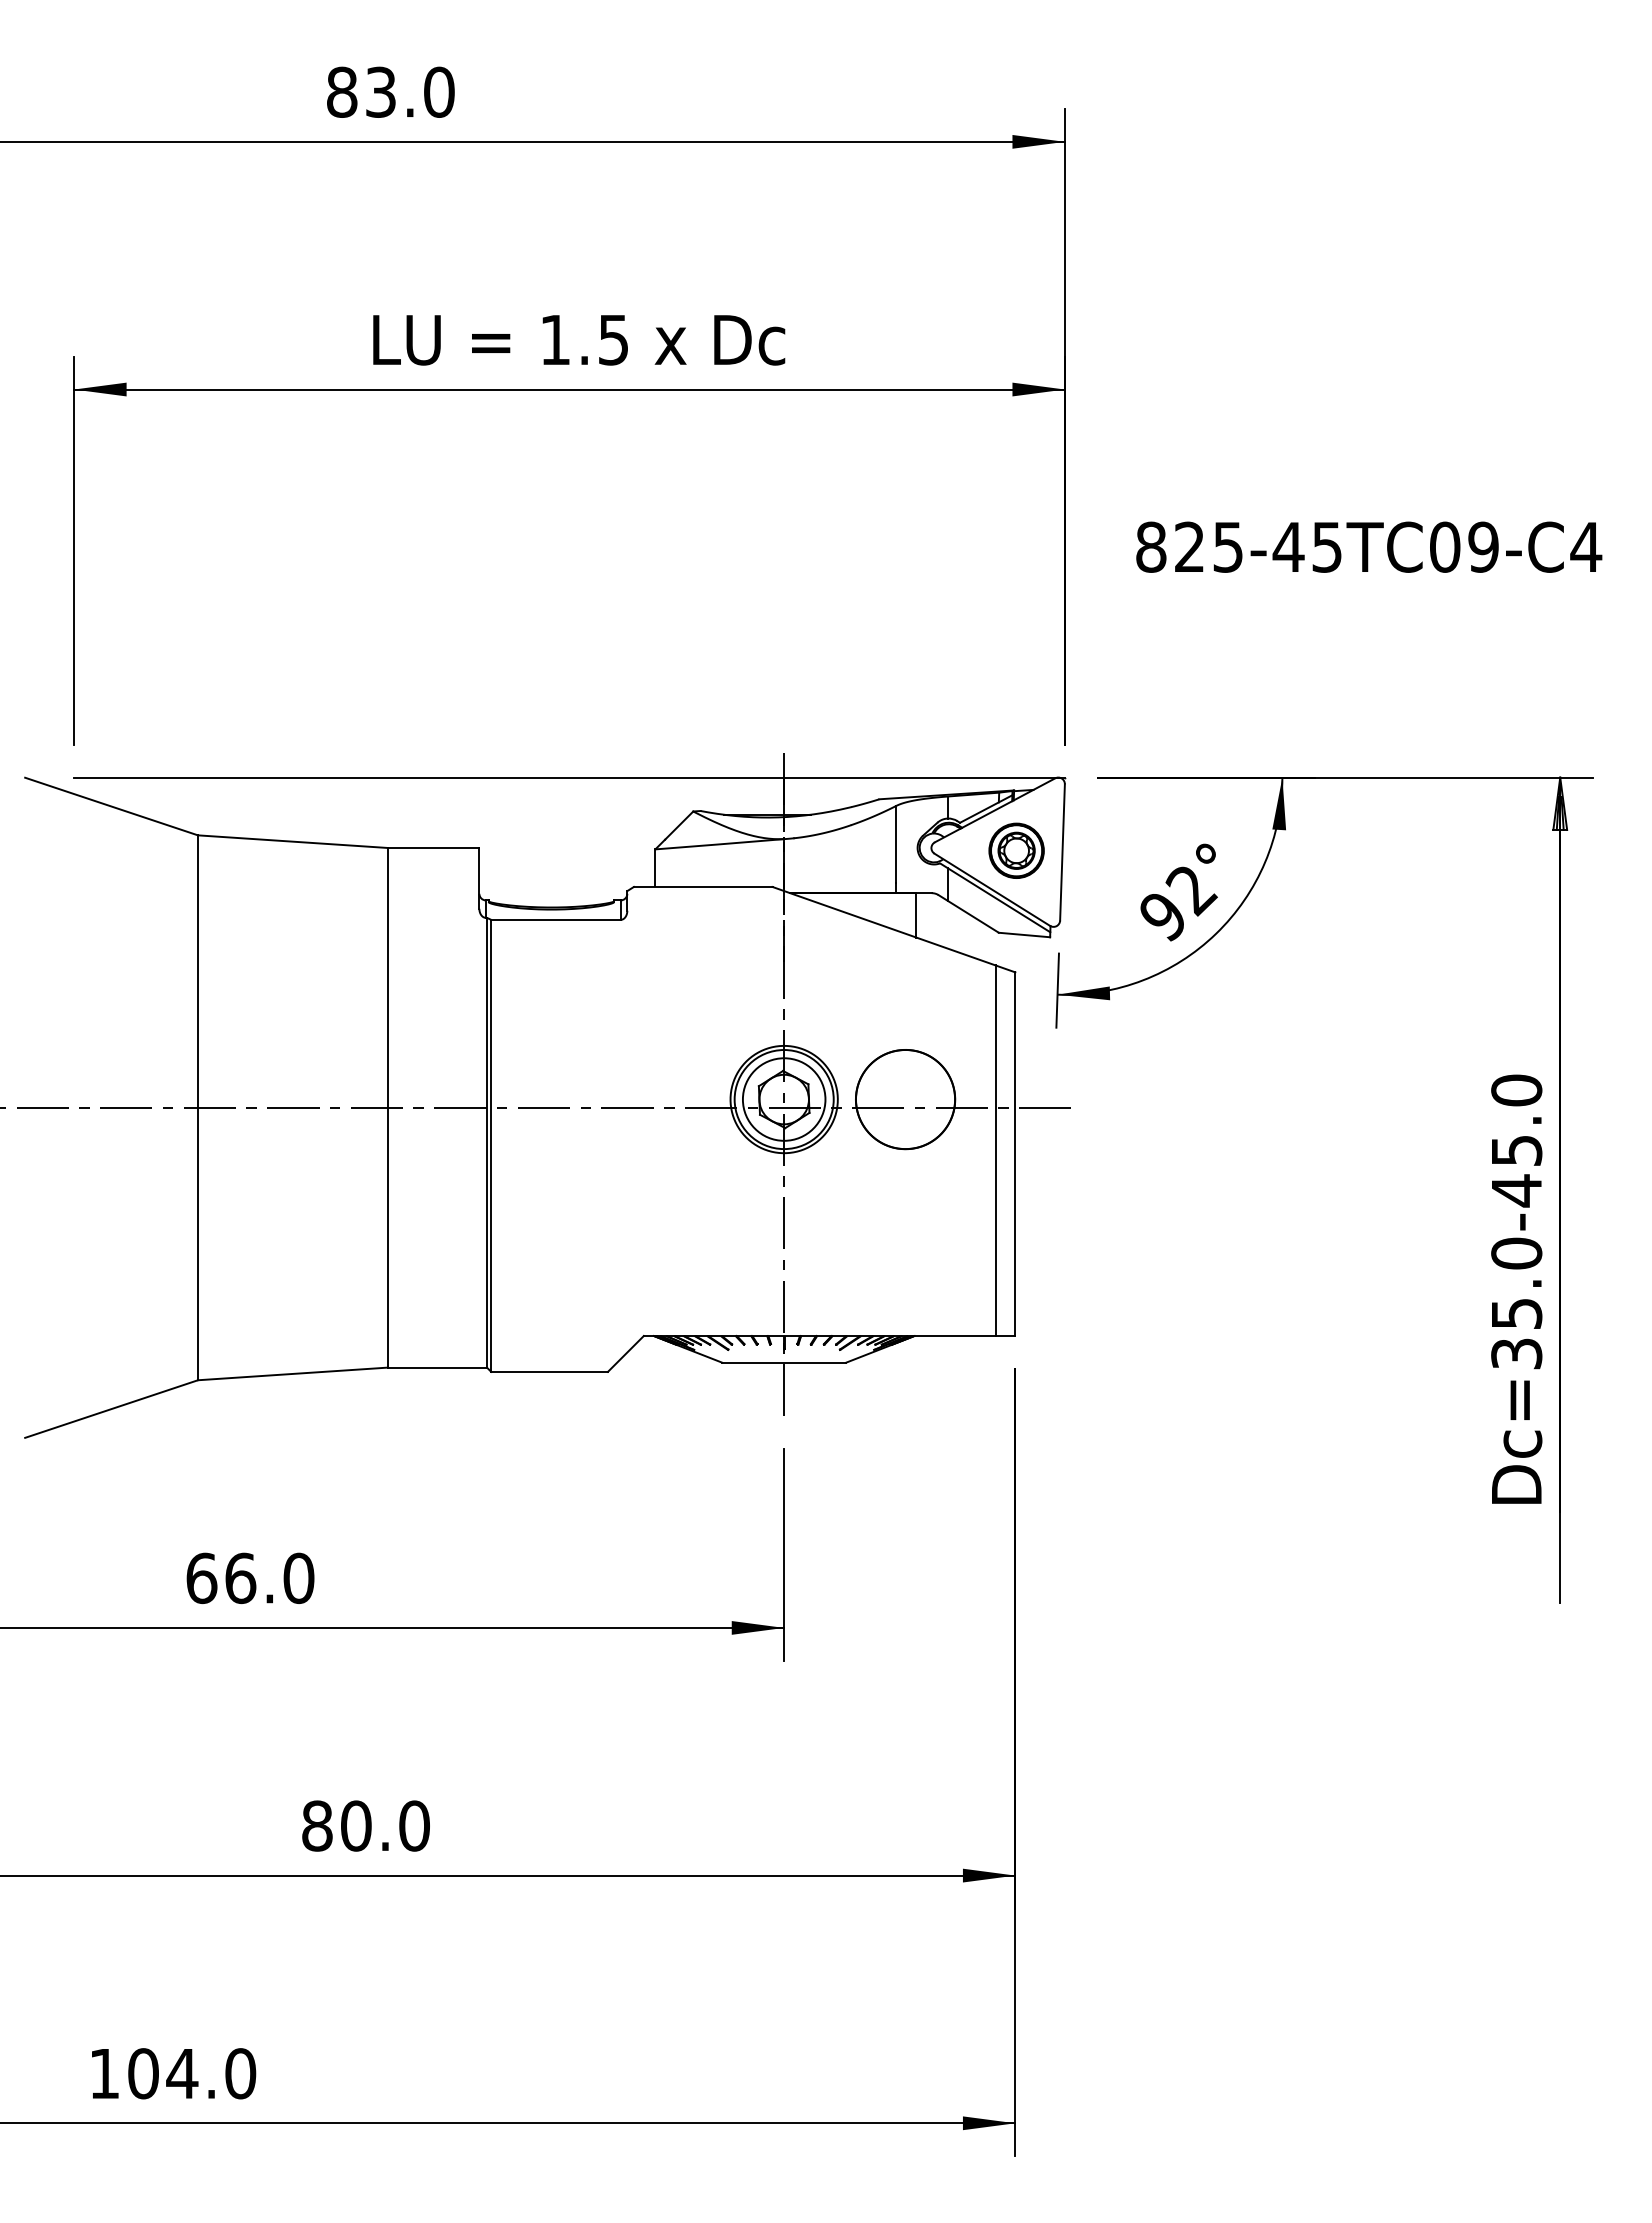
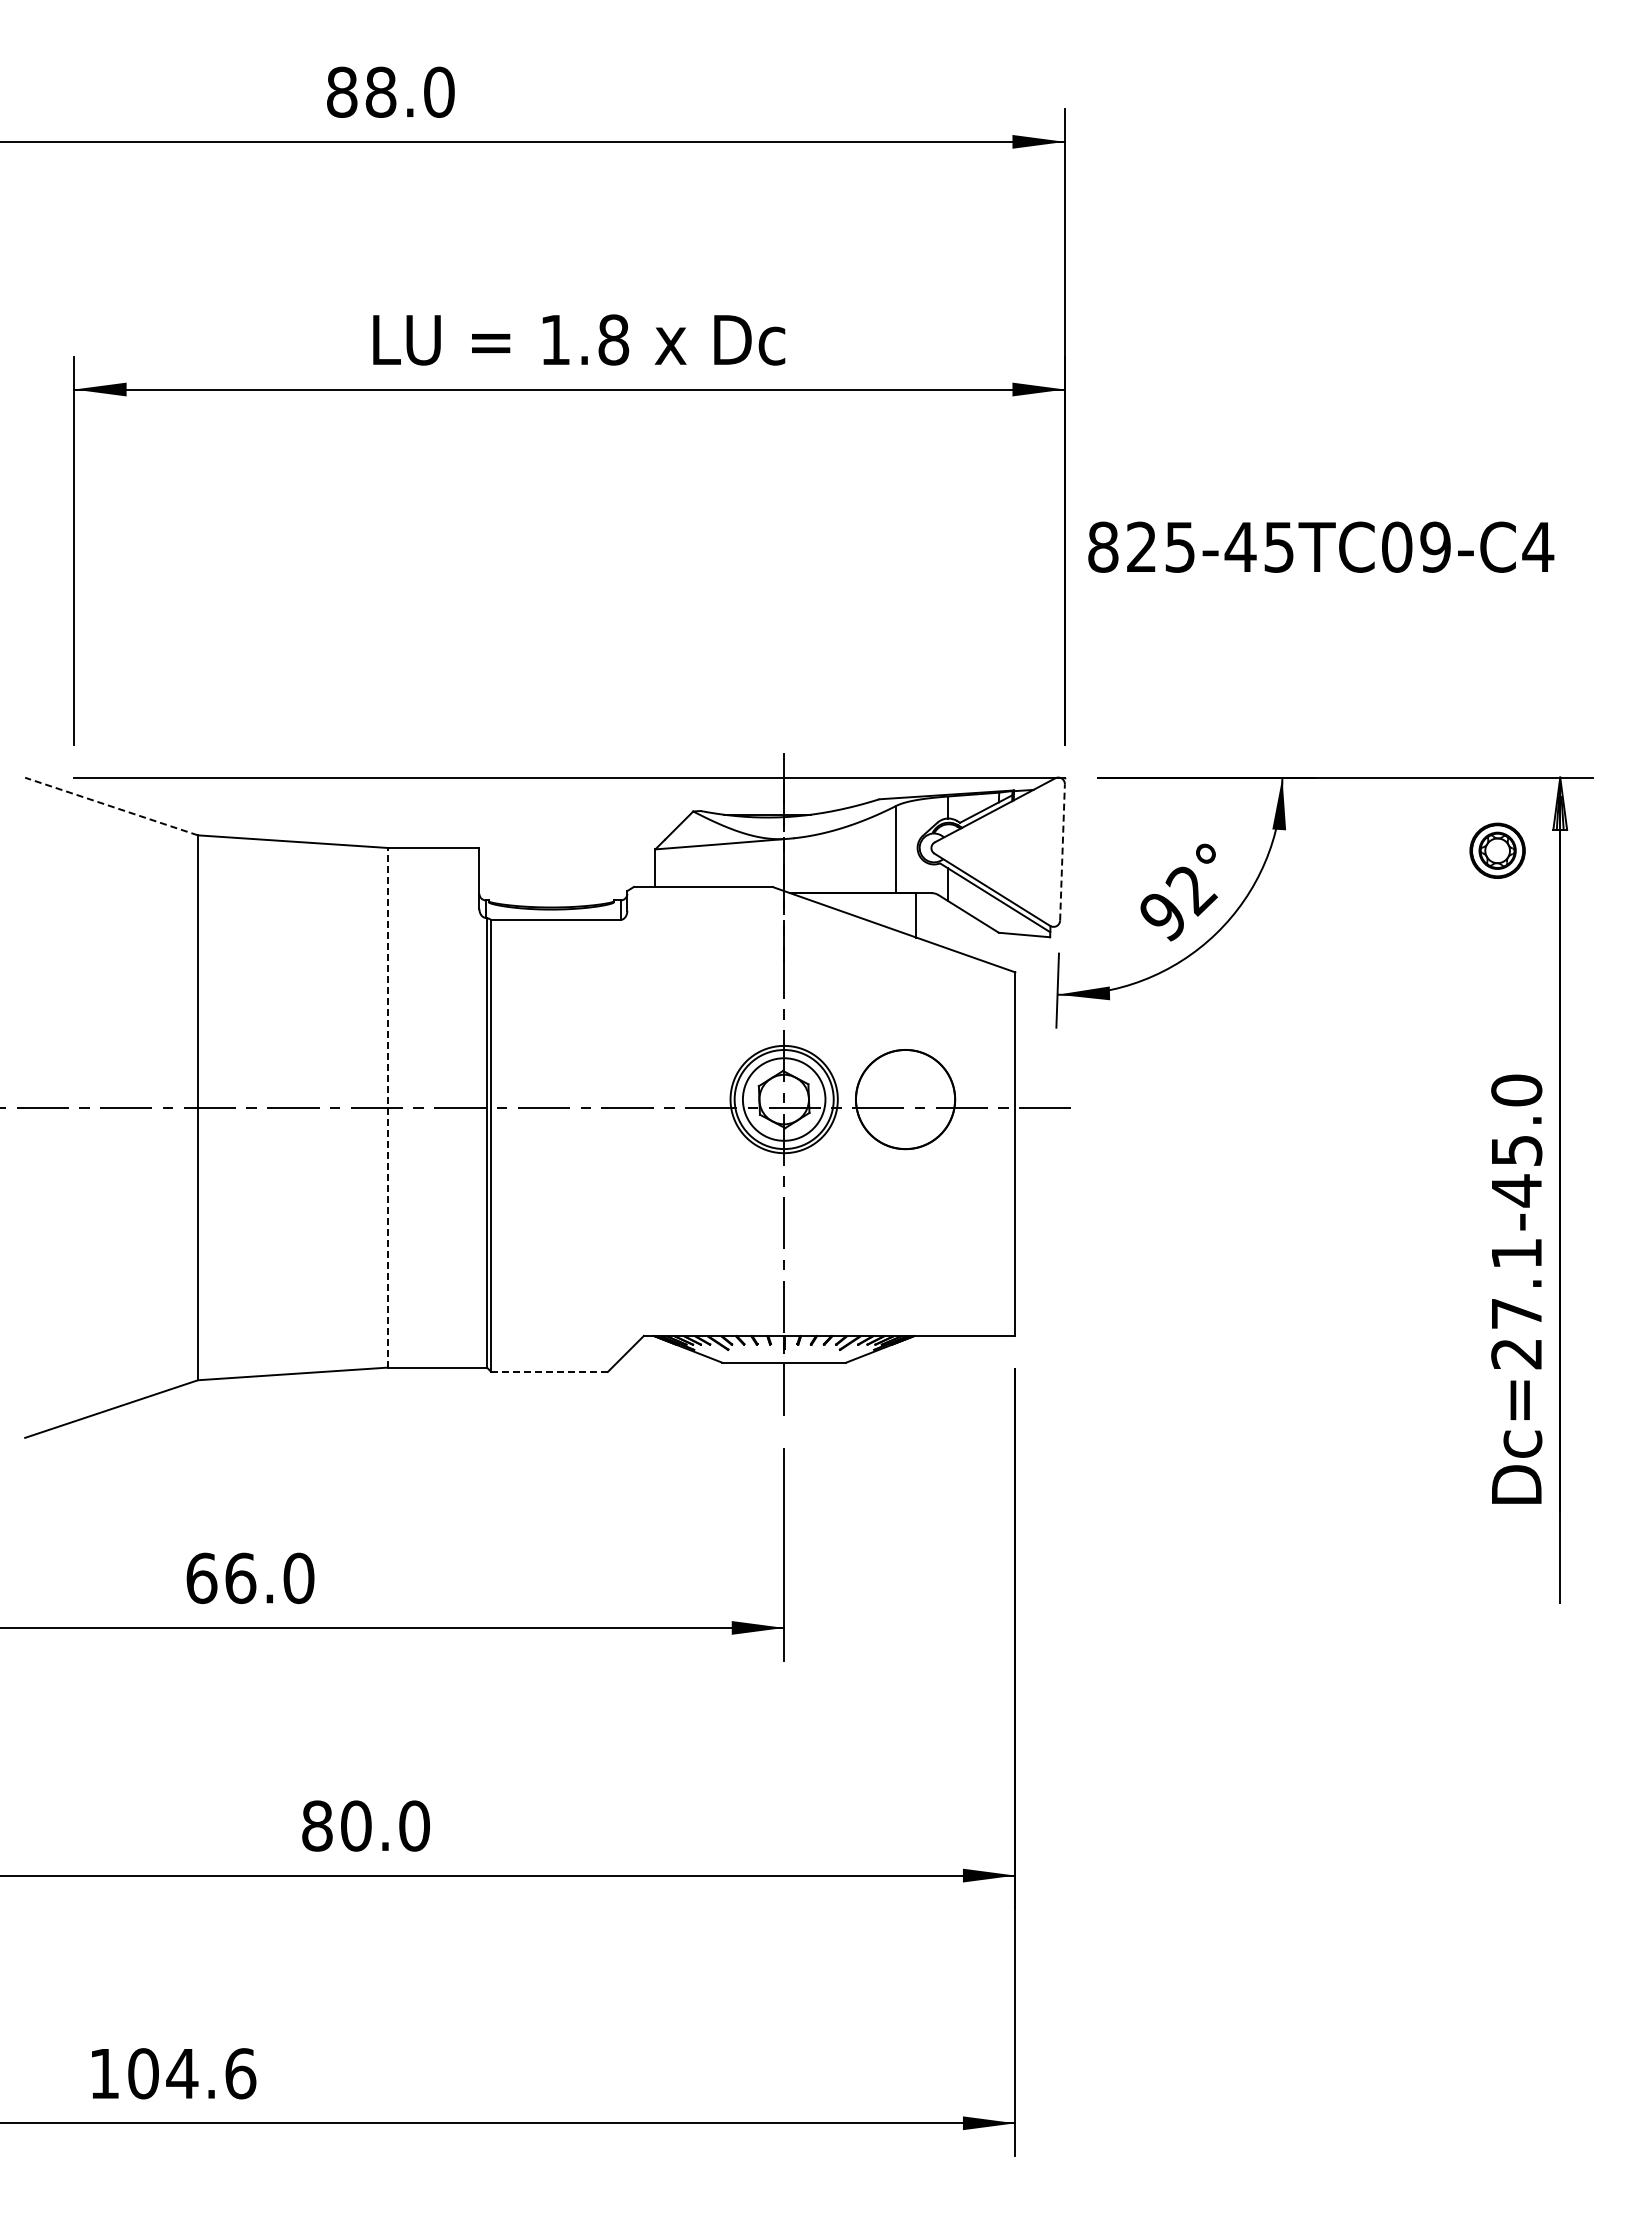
text at (380, 91): 83.0 -> 88.0
text at (613, 339): 1.5 -> 1.8
text at (1369, 546) position: (1369, 546) -> (1321, 546)
line at (111, 806): solid -> dashed
part at (1016, 850) position: (1016, 850) -> (1497, 850)
line at (1062, 851): solid -> dashed
line at (387, 1107): solid -> dashed
line at (995, 1150): present -> none
text at (1516, 1303): Dc=35.0-45.0 -> Dc=27.1-45.0
line at (550, 1371): solid -> dashed
text at (240, 2073): 104.0 -> 104.6
